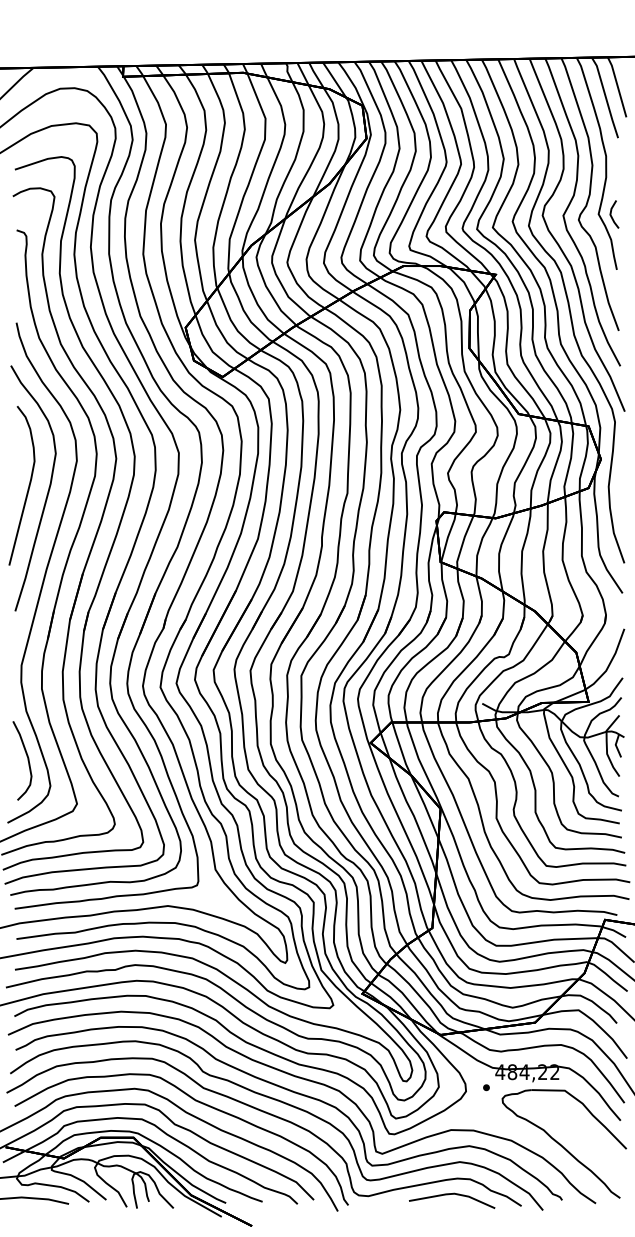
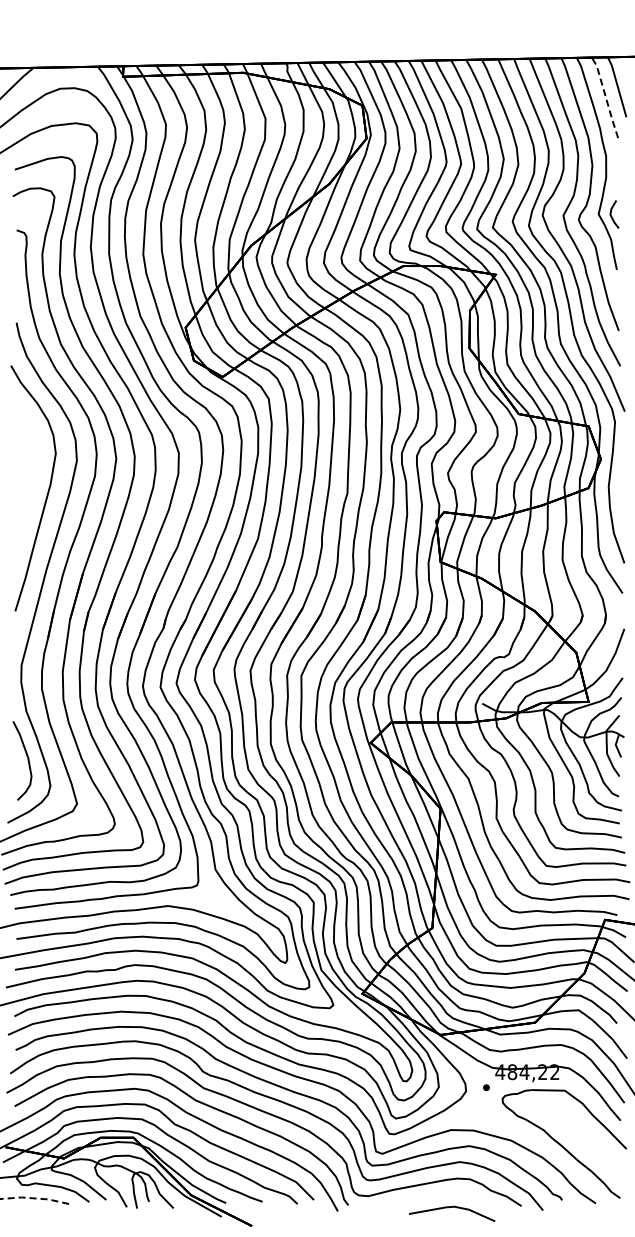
line at (605, 97): solid -> dashed
curve at (27, 488): present -> none
line at (452, 1194) position: (452, 1194) -> (452, 1207)
line at (34, 1198): solid -> dashed
